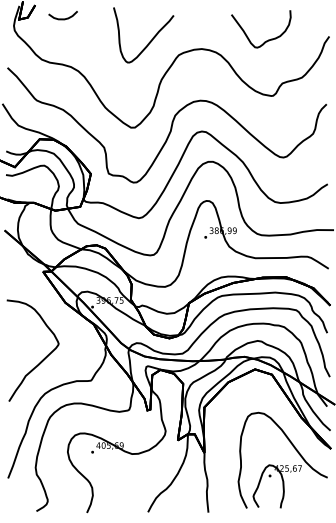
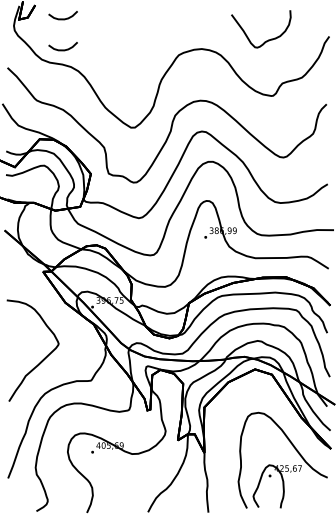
curve at (149, 41): present -> none
curve at (62, 49): none -> present
